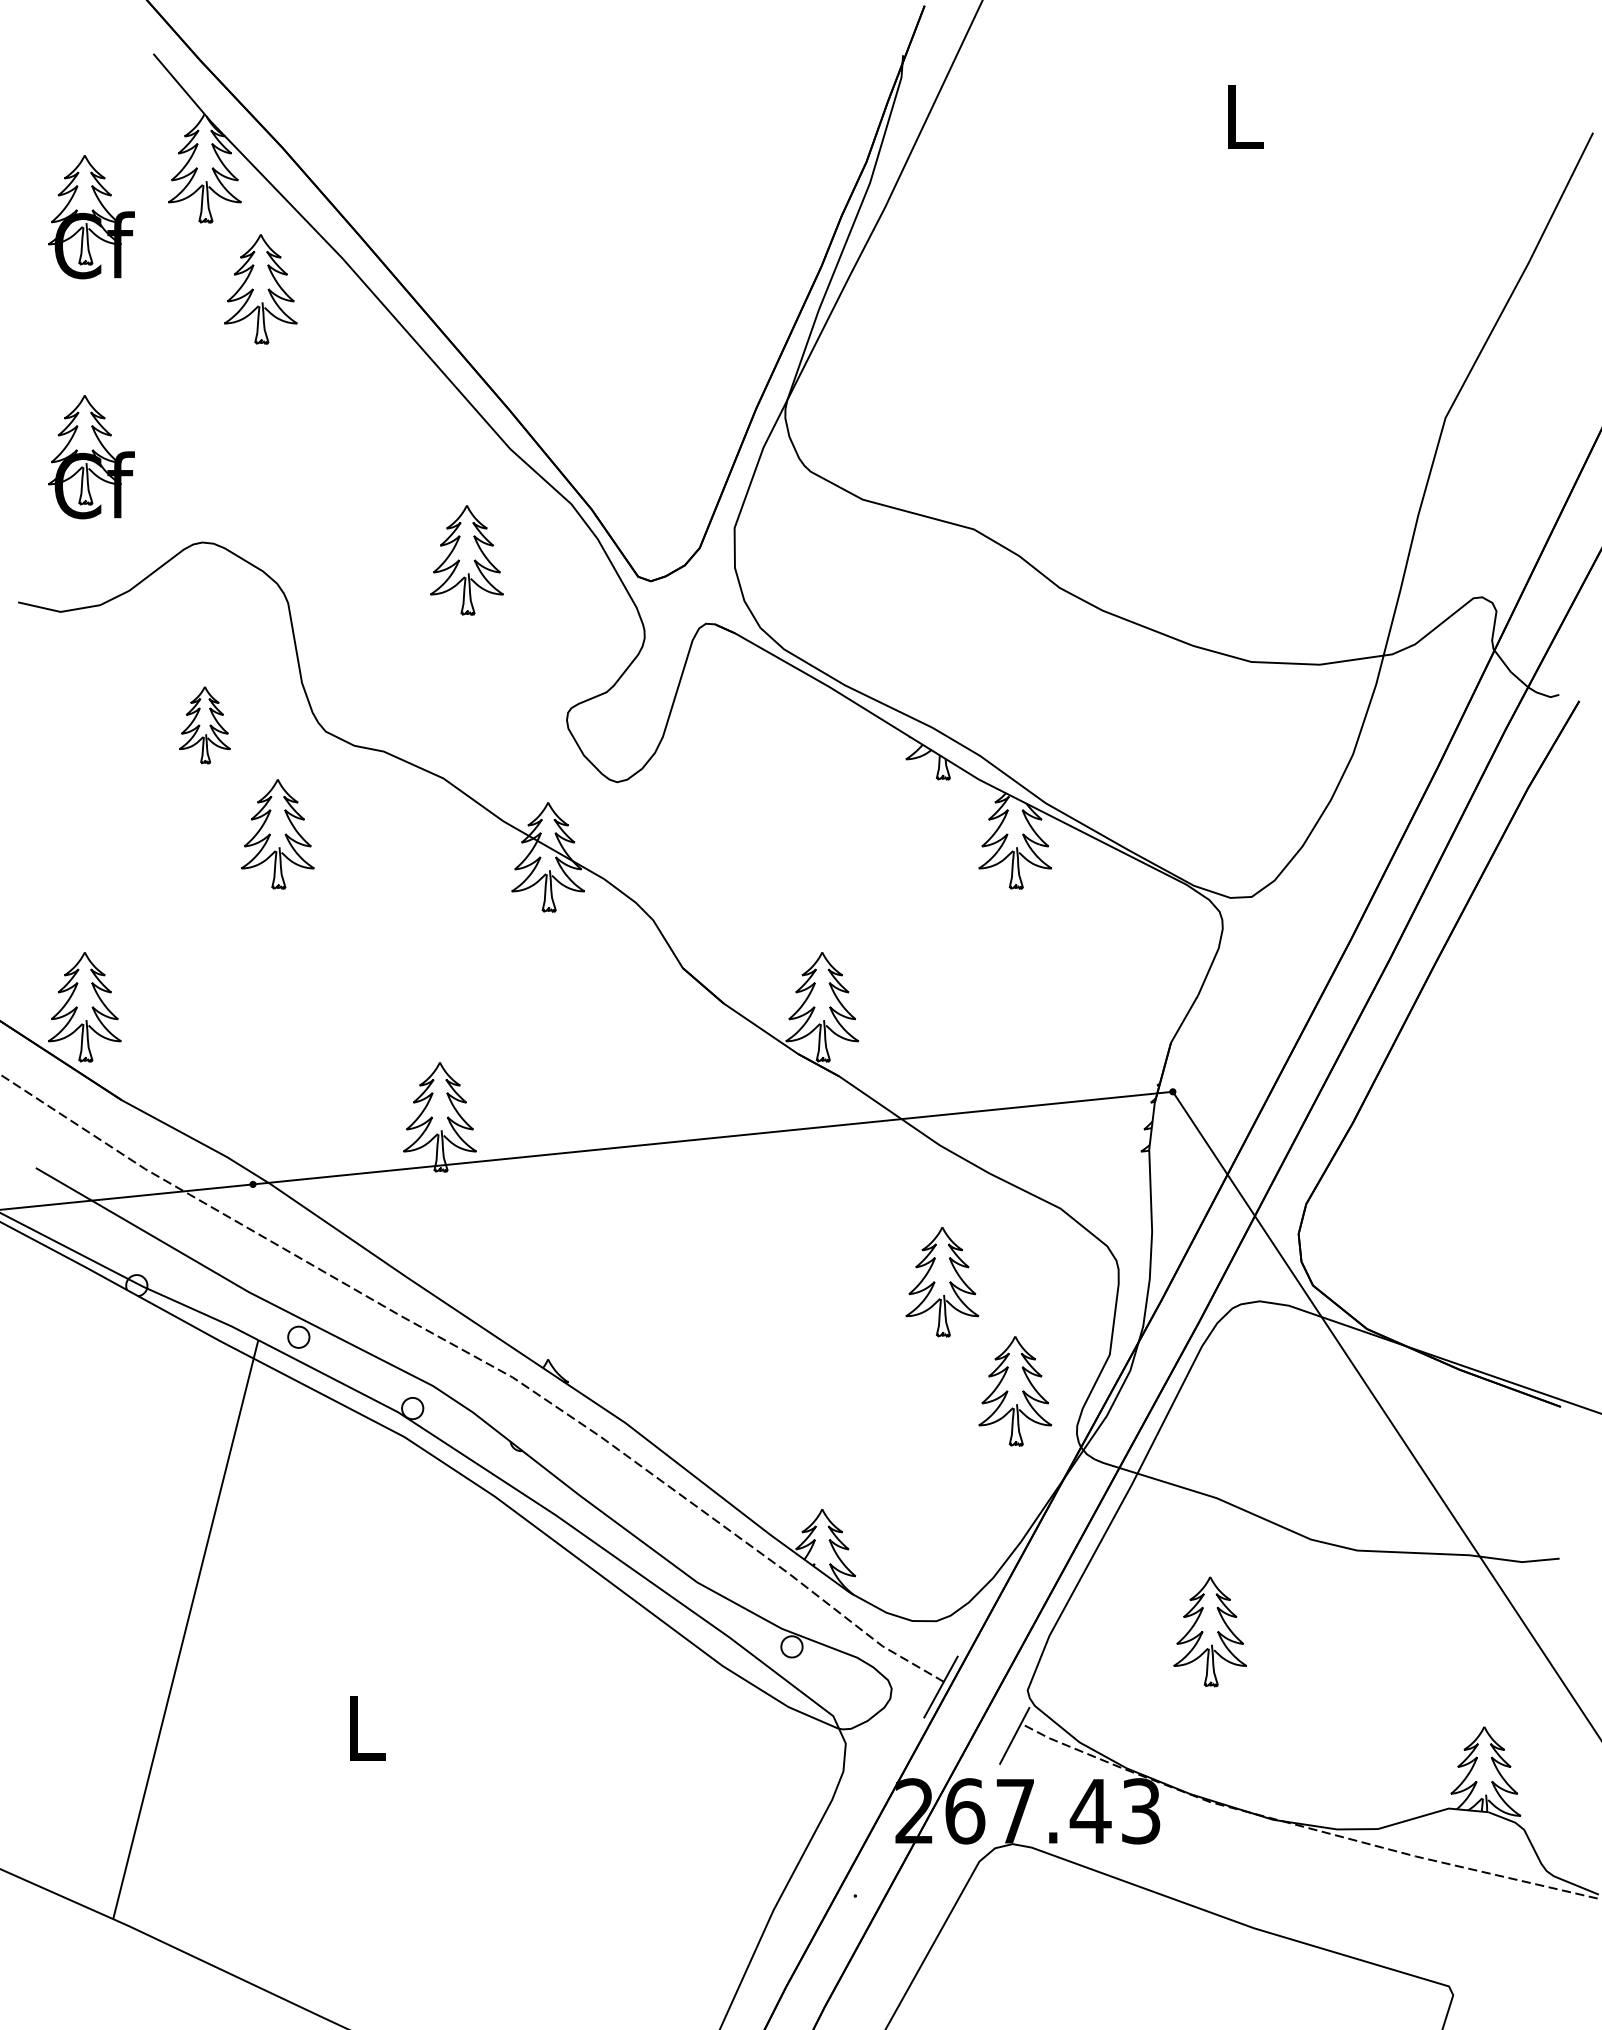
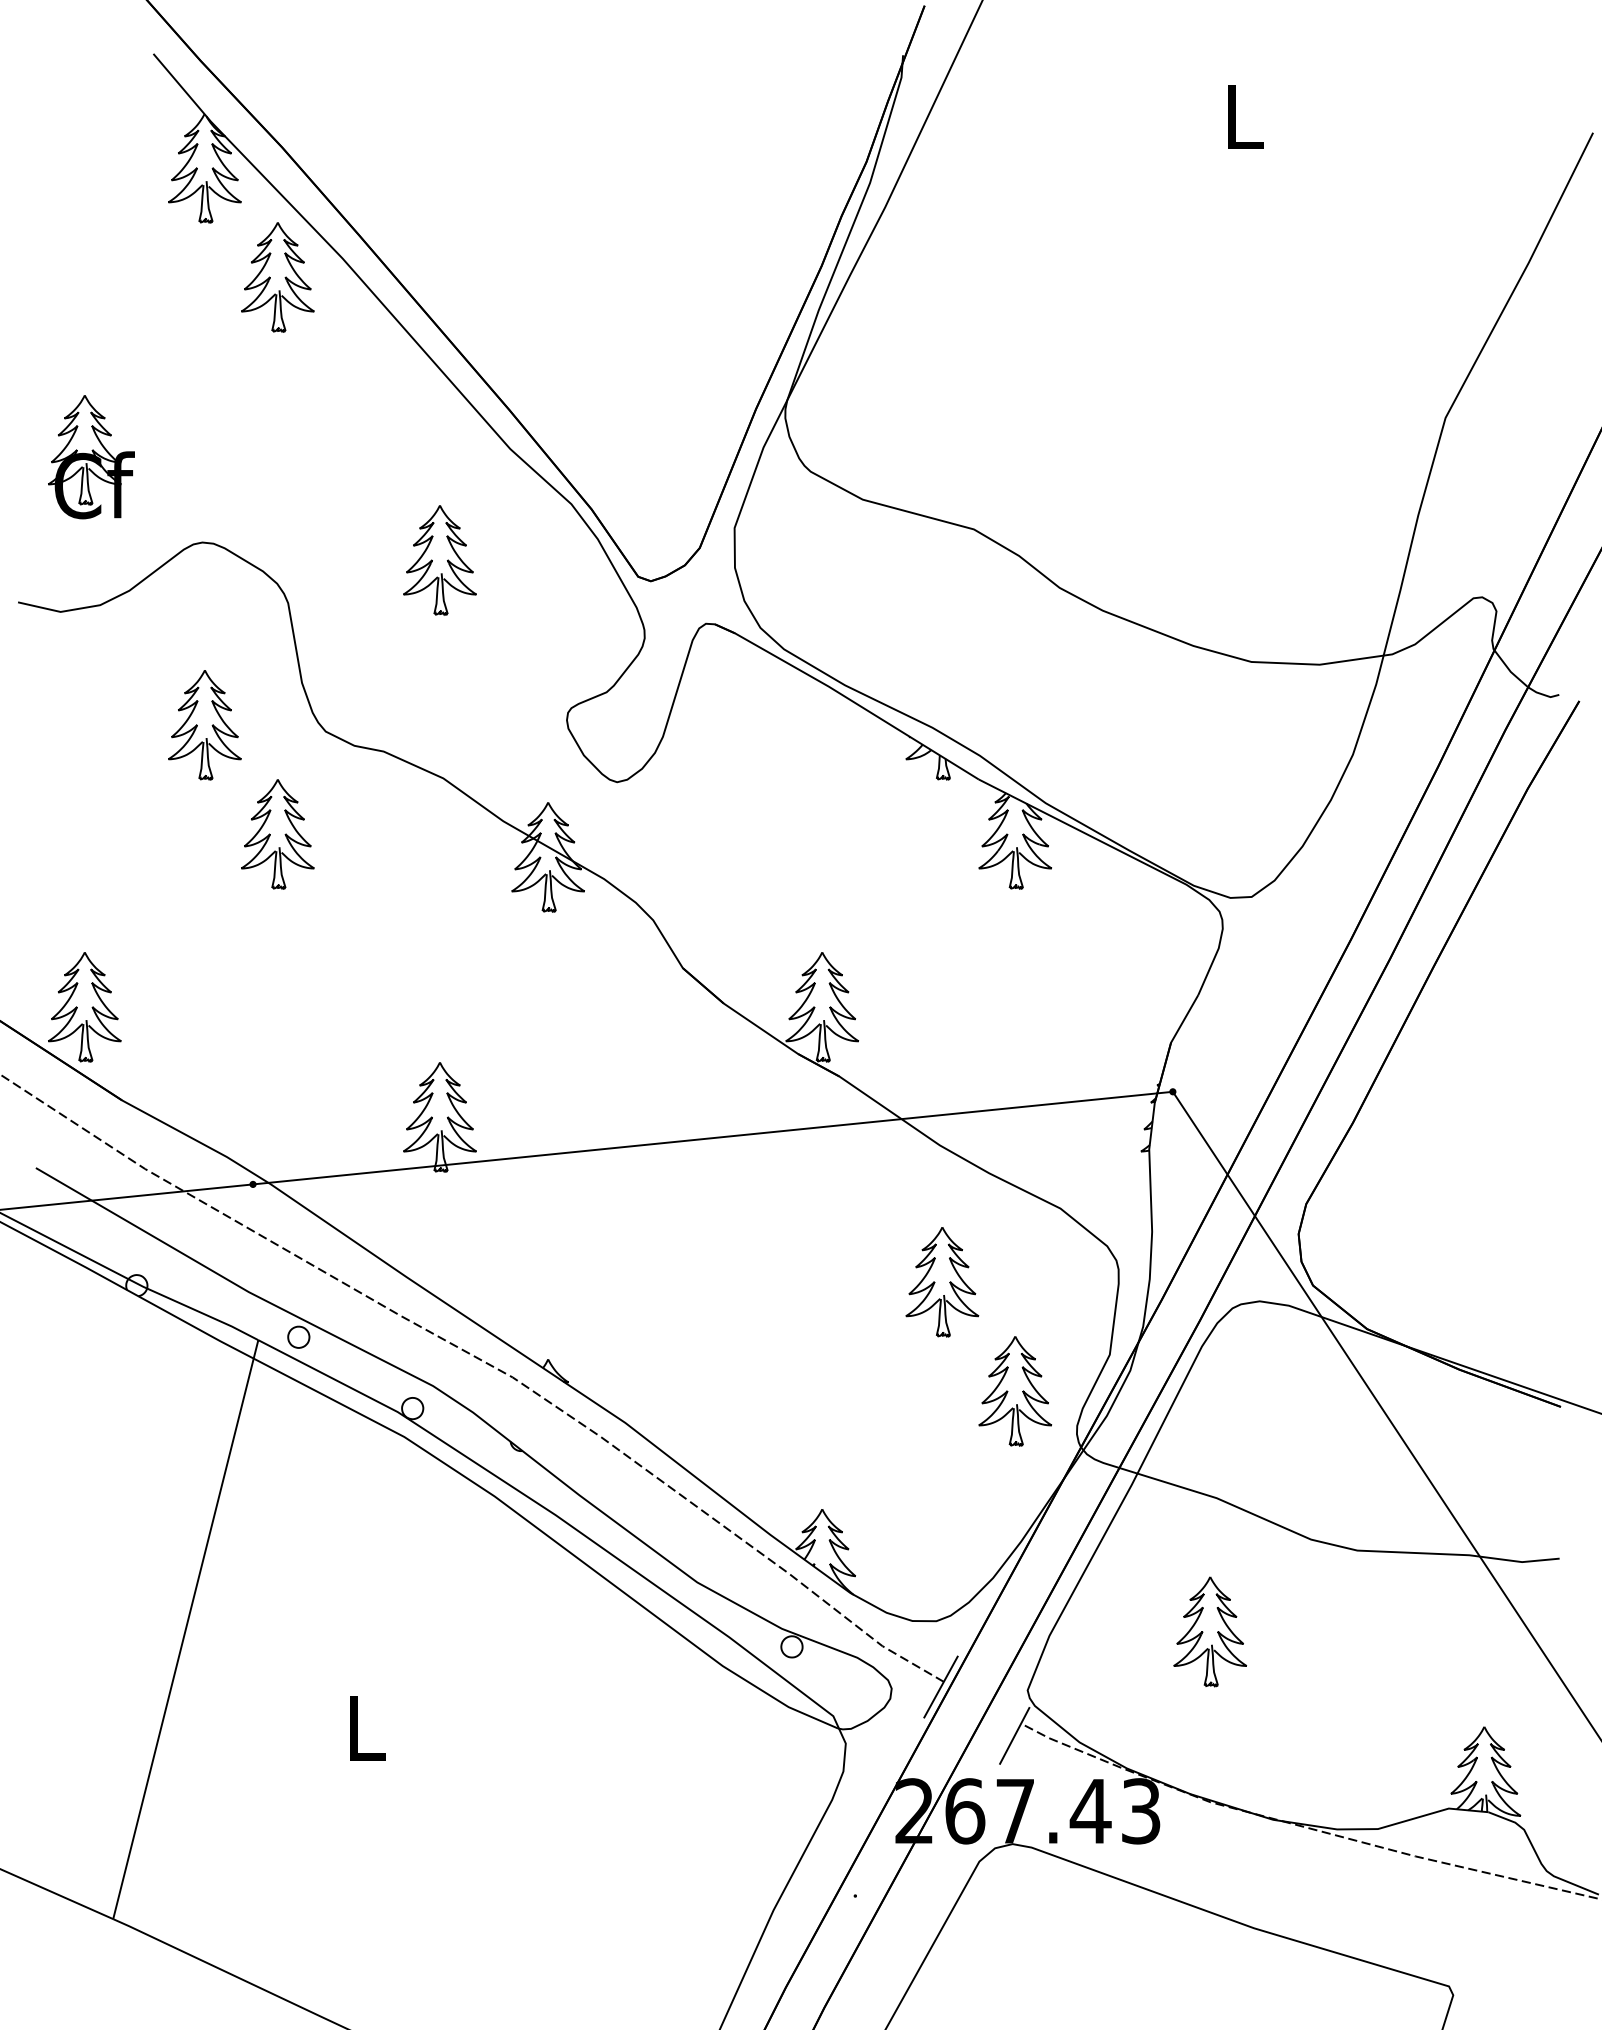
part at (91, 217): present -> none
part at (260, 289) position: (260, 289) -> (277, 277)
part at (466, 560) position: (466, 560) -> (439, 560)
part at (204, 725) size: 52x79 px -> 74x111 px
